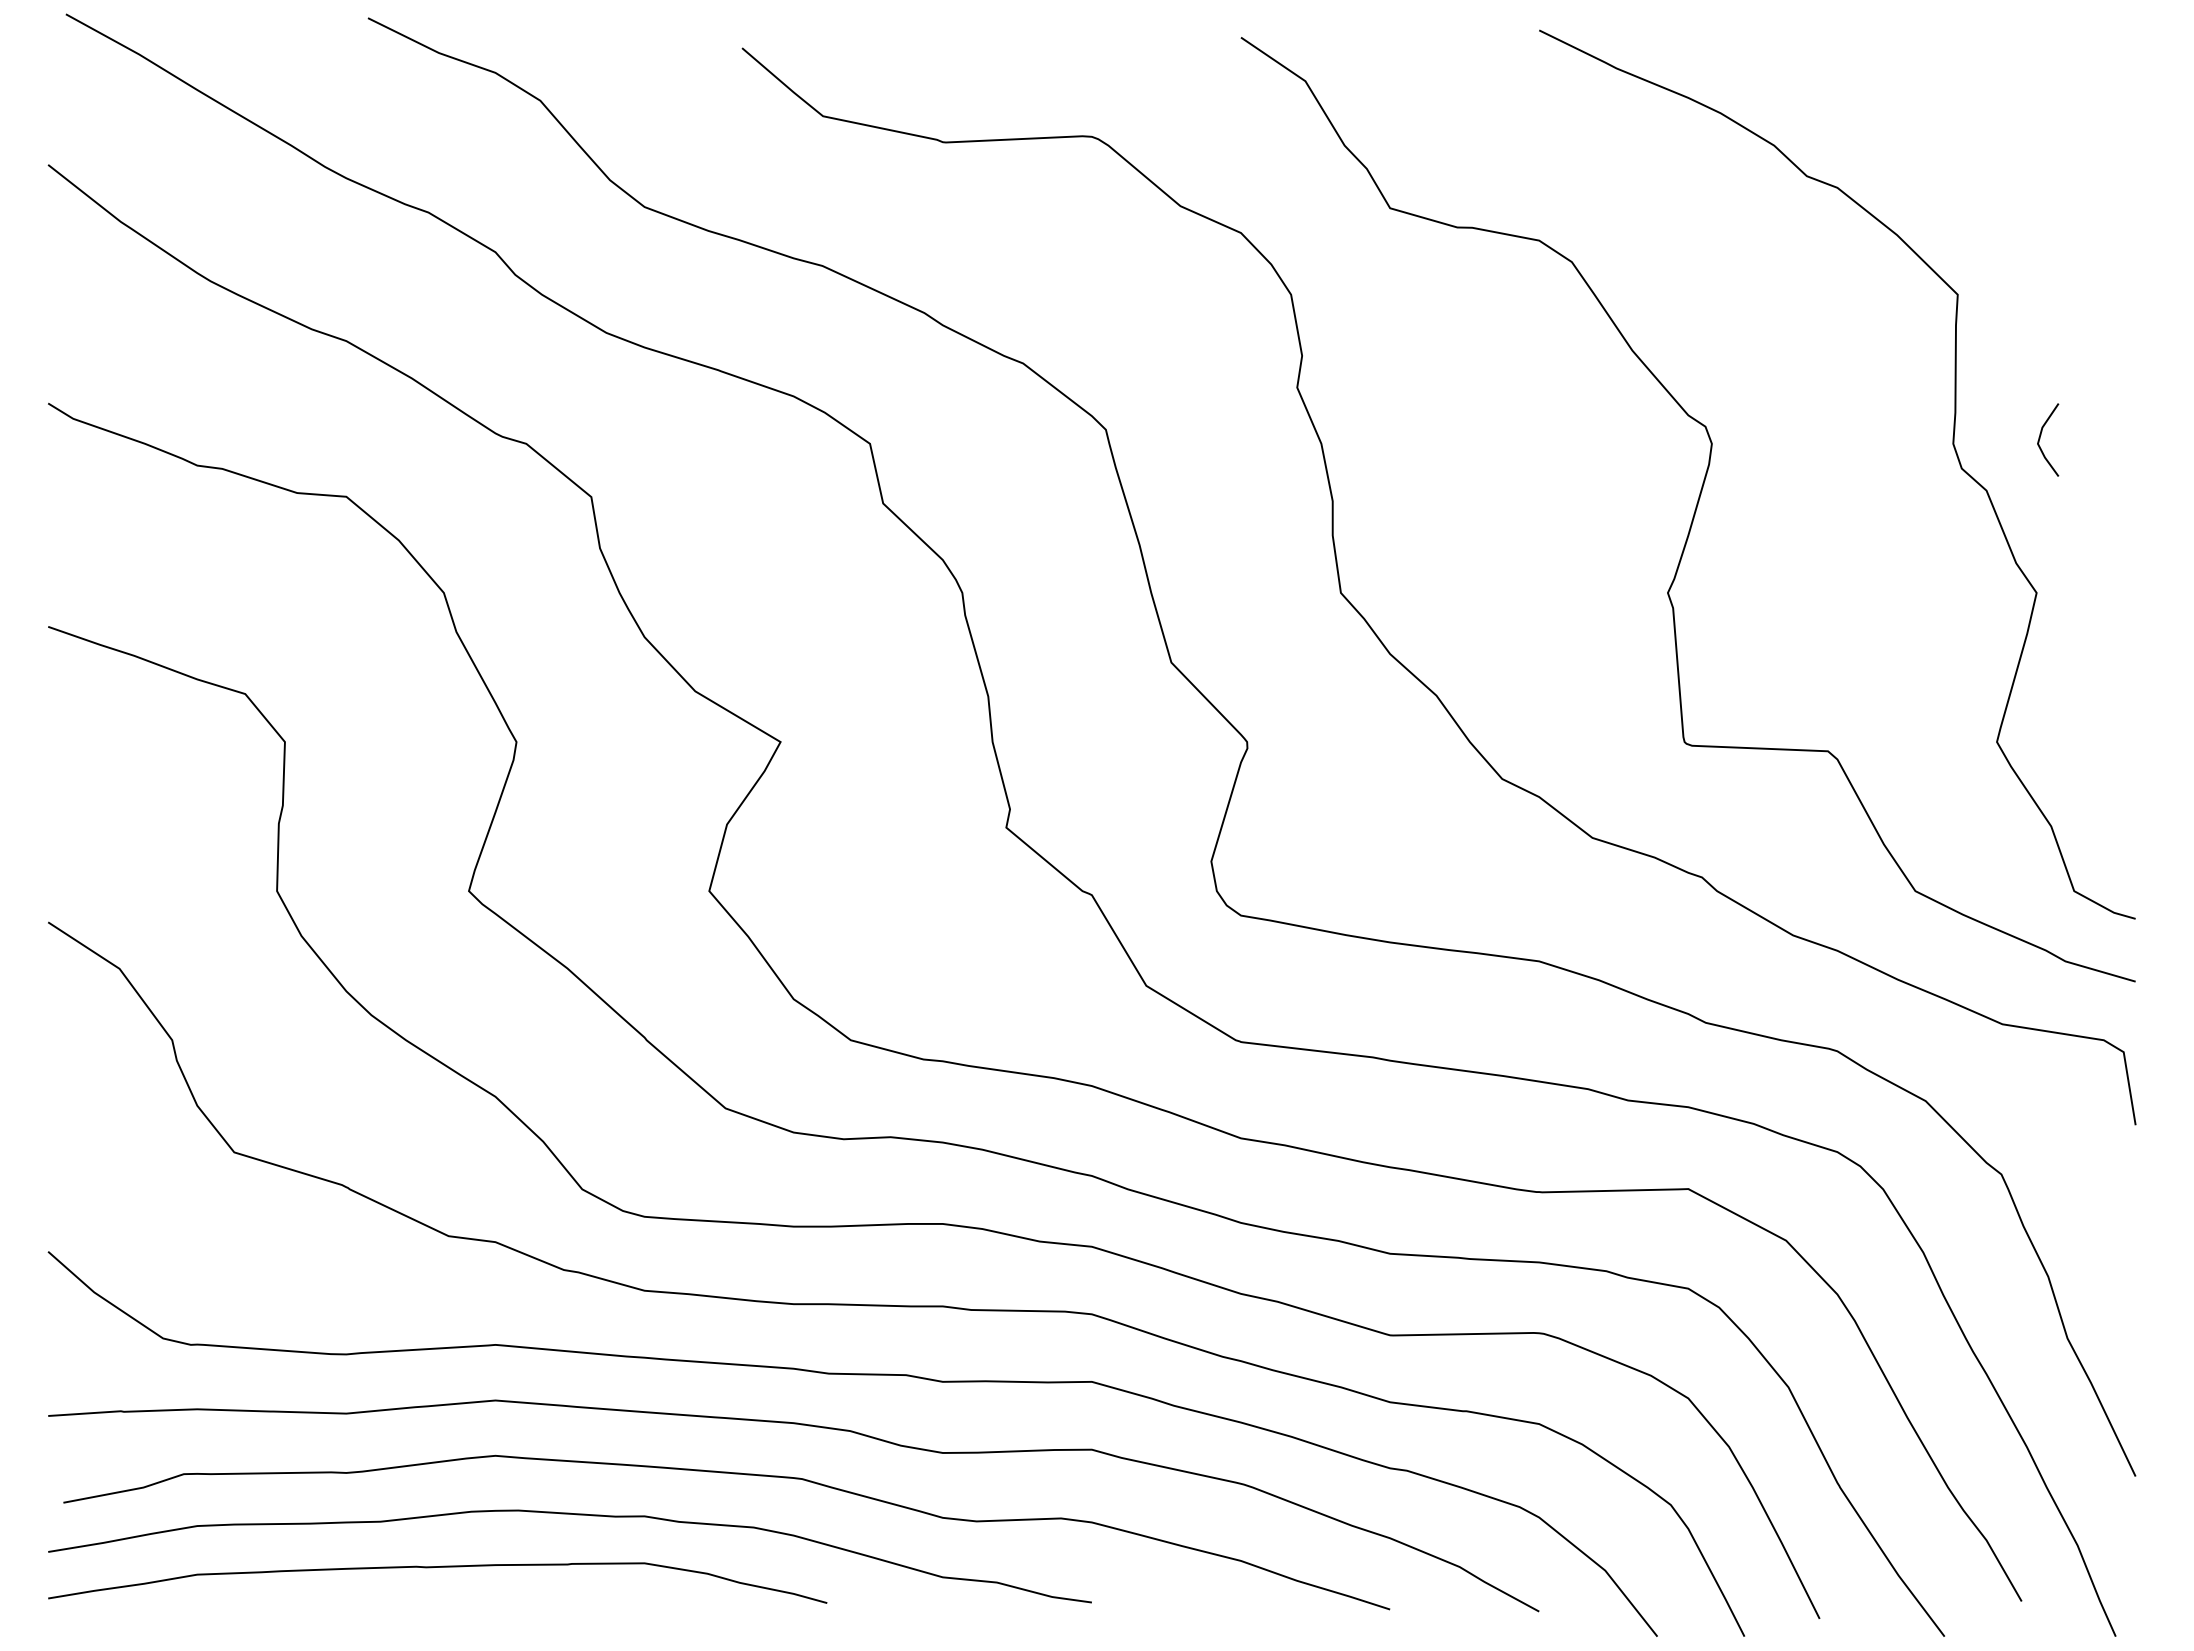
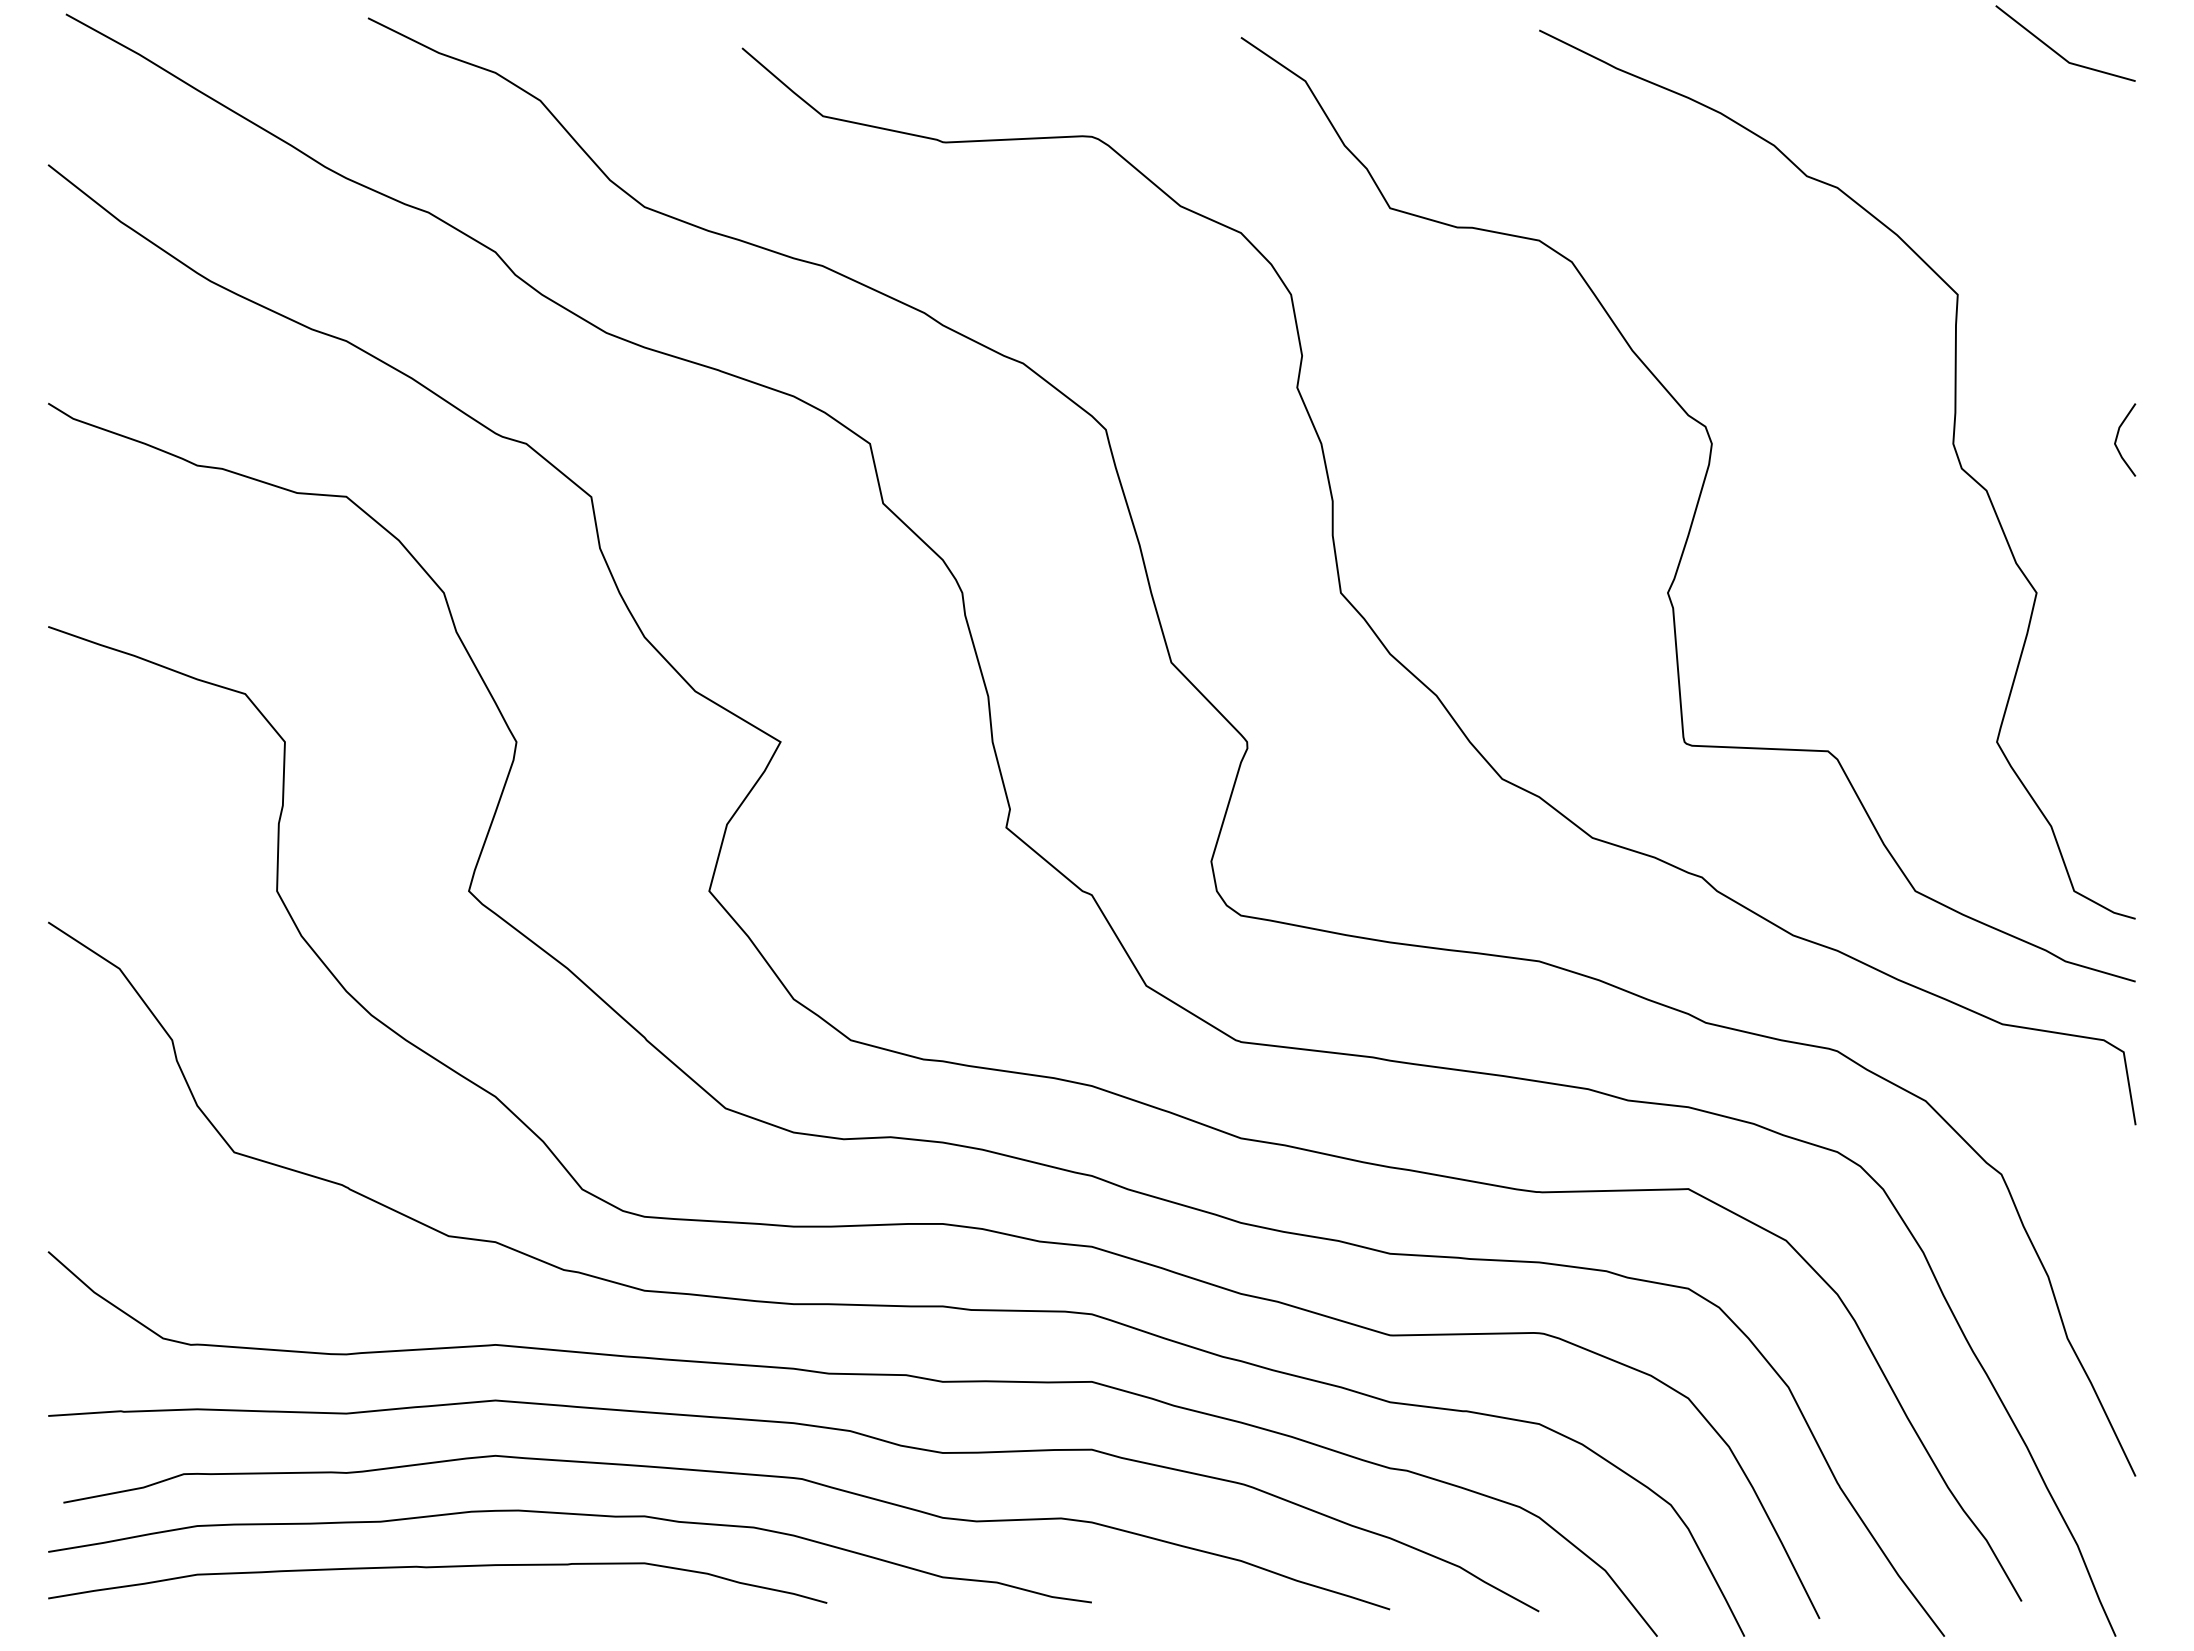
line at (2056, 51): none -> present
line at (2040, 439) position: (2040, 439) -> (2117, 439)
